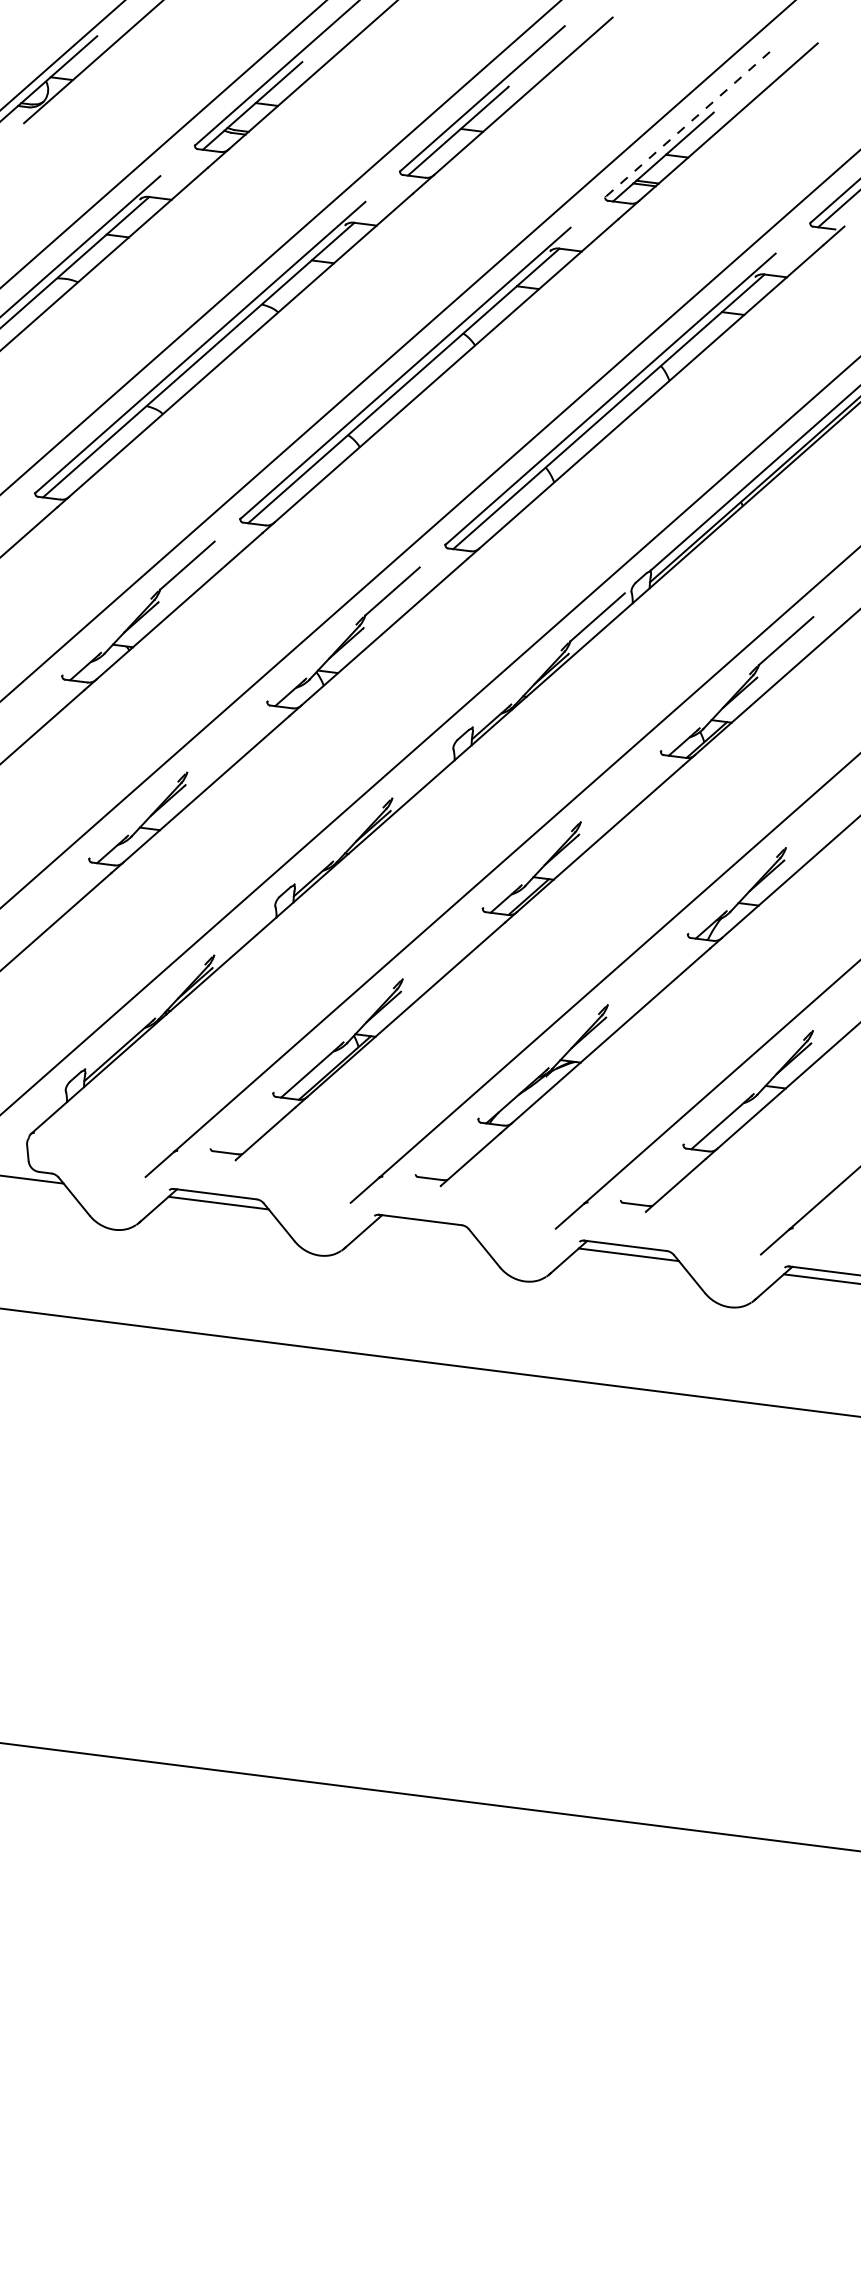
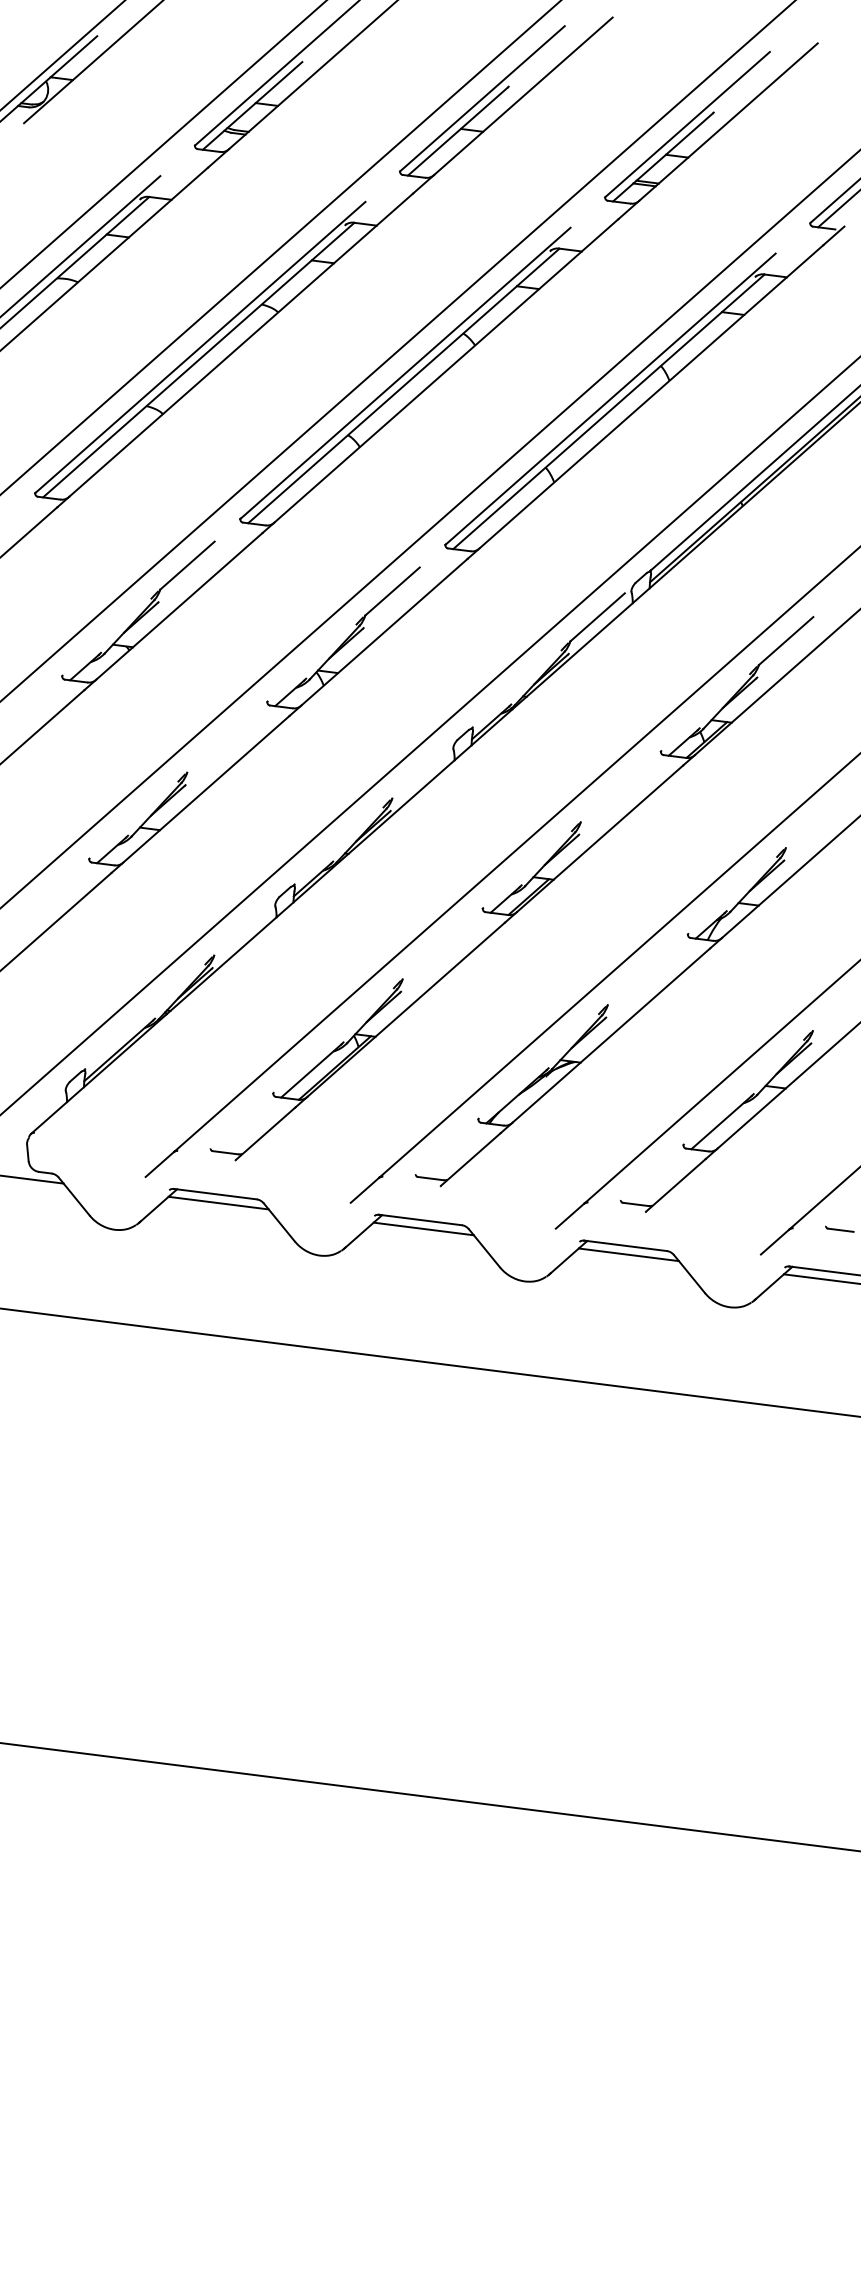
line at (687, 124): dashed -> solid
line at (423, 1228): none -> present
part at (839, 1228): none -> present
